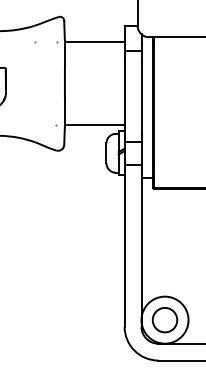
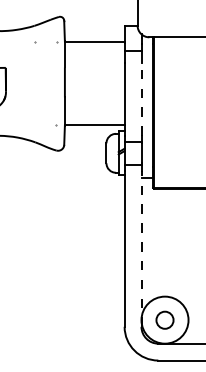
line at (141, 98): solid -> dashed
line at (141, 248): solid -> dashed
circle at (164, 320) size: 28x27 px -> 20x20 px
